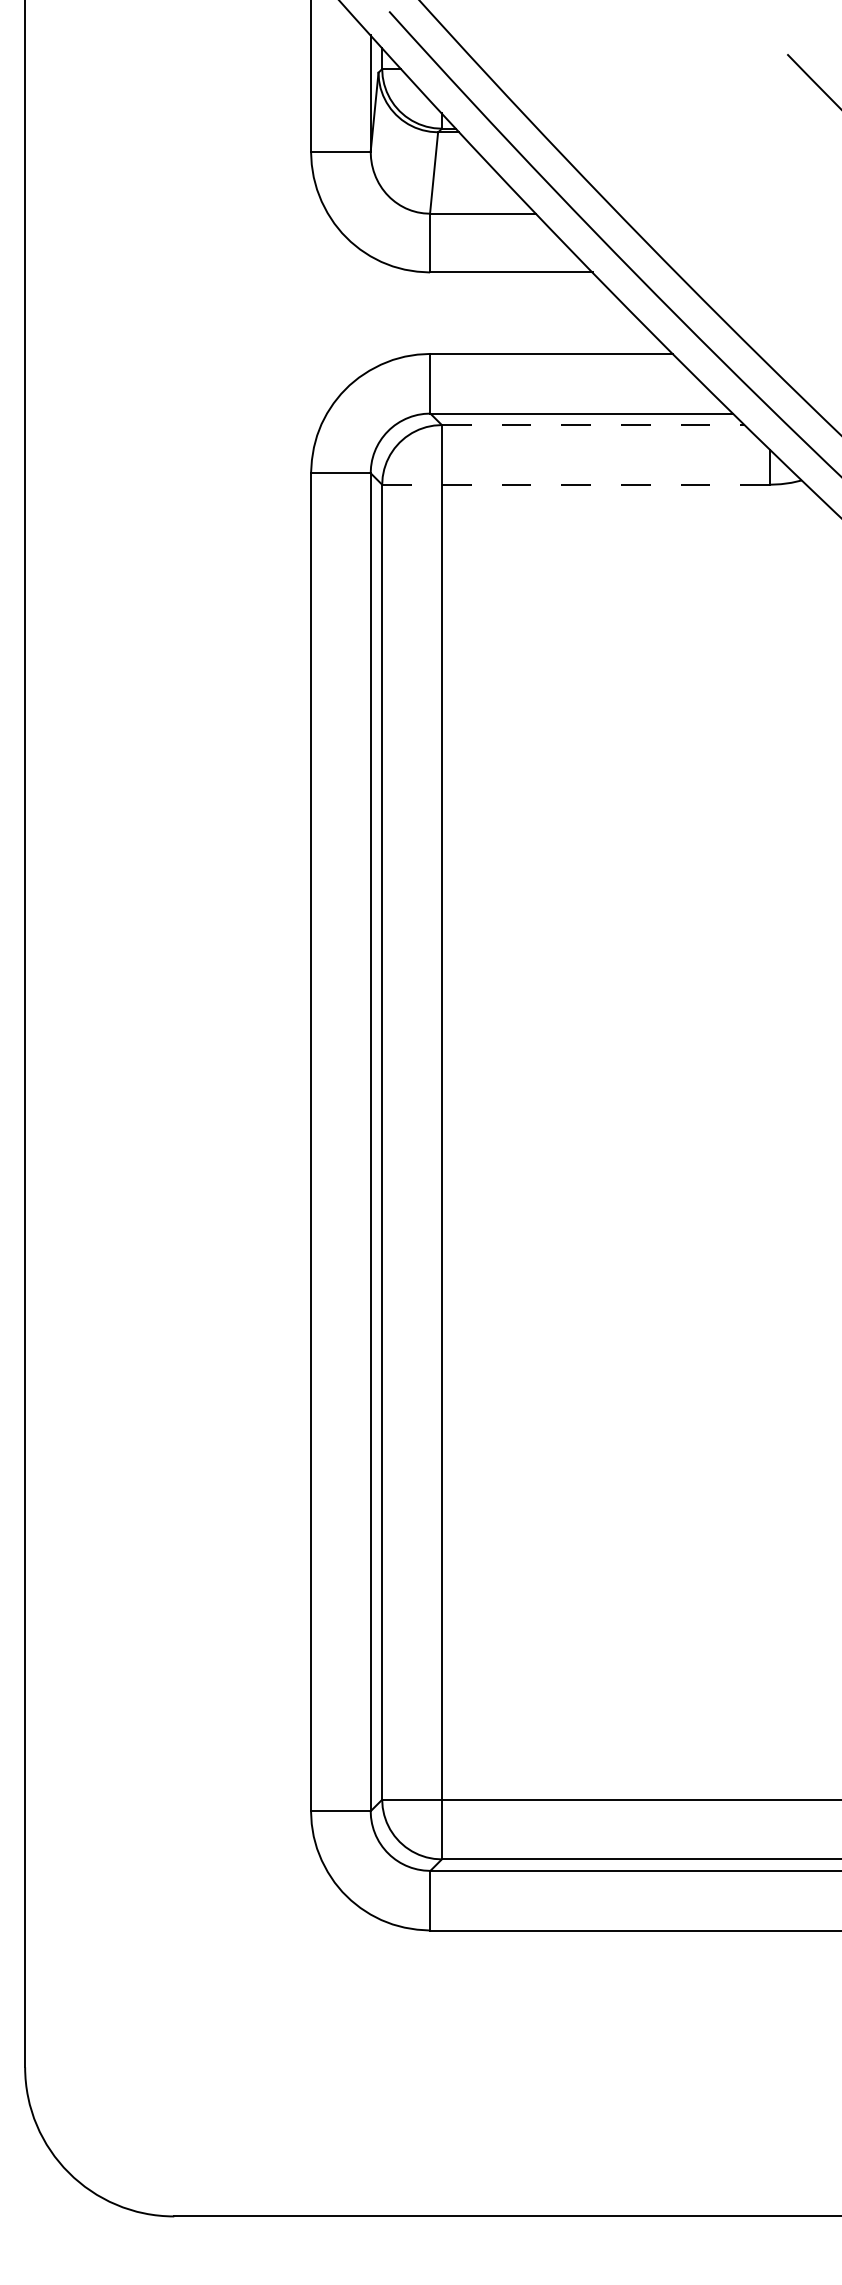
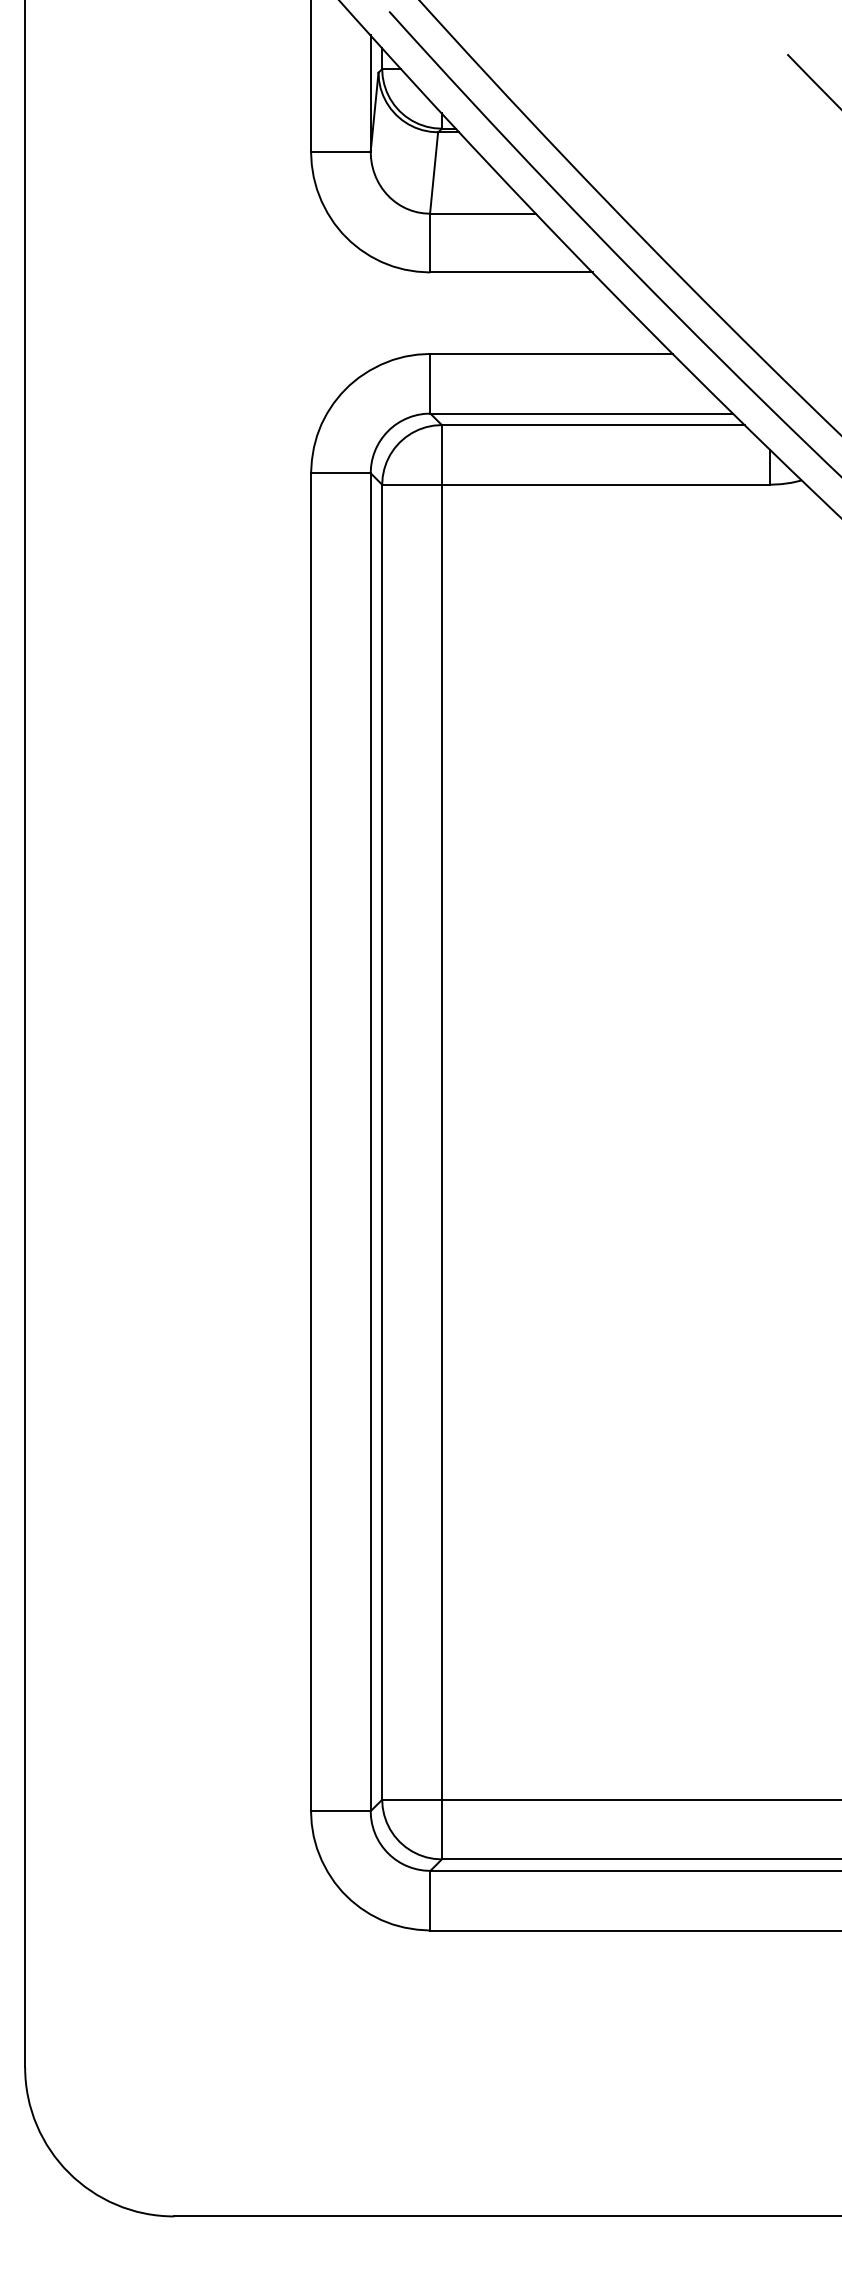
line at (593, 425): dashed -> solid
line at (576, 484): dashed -> solid
